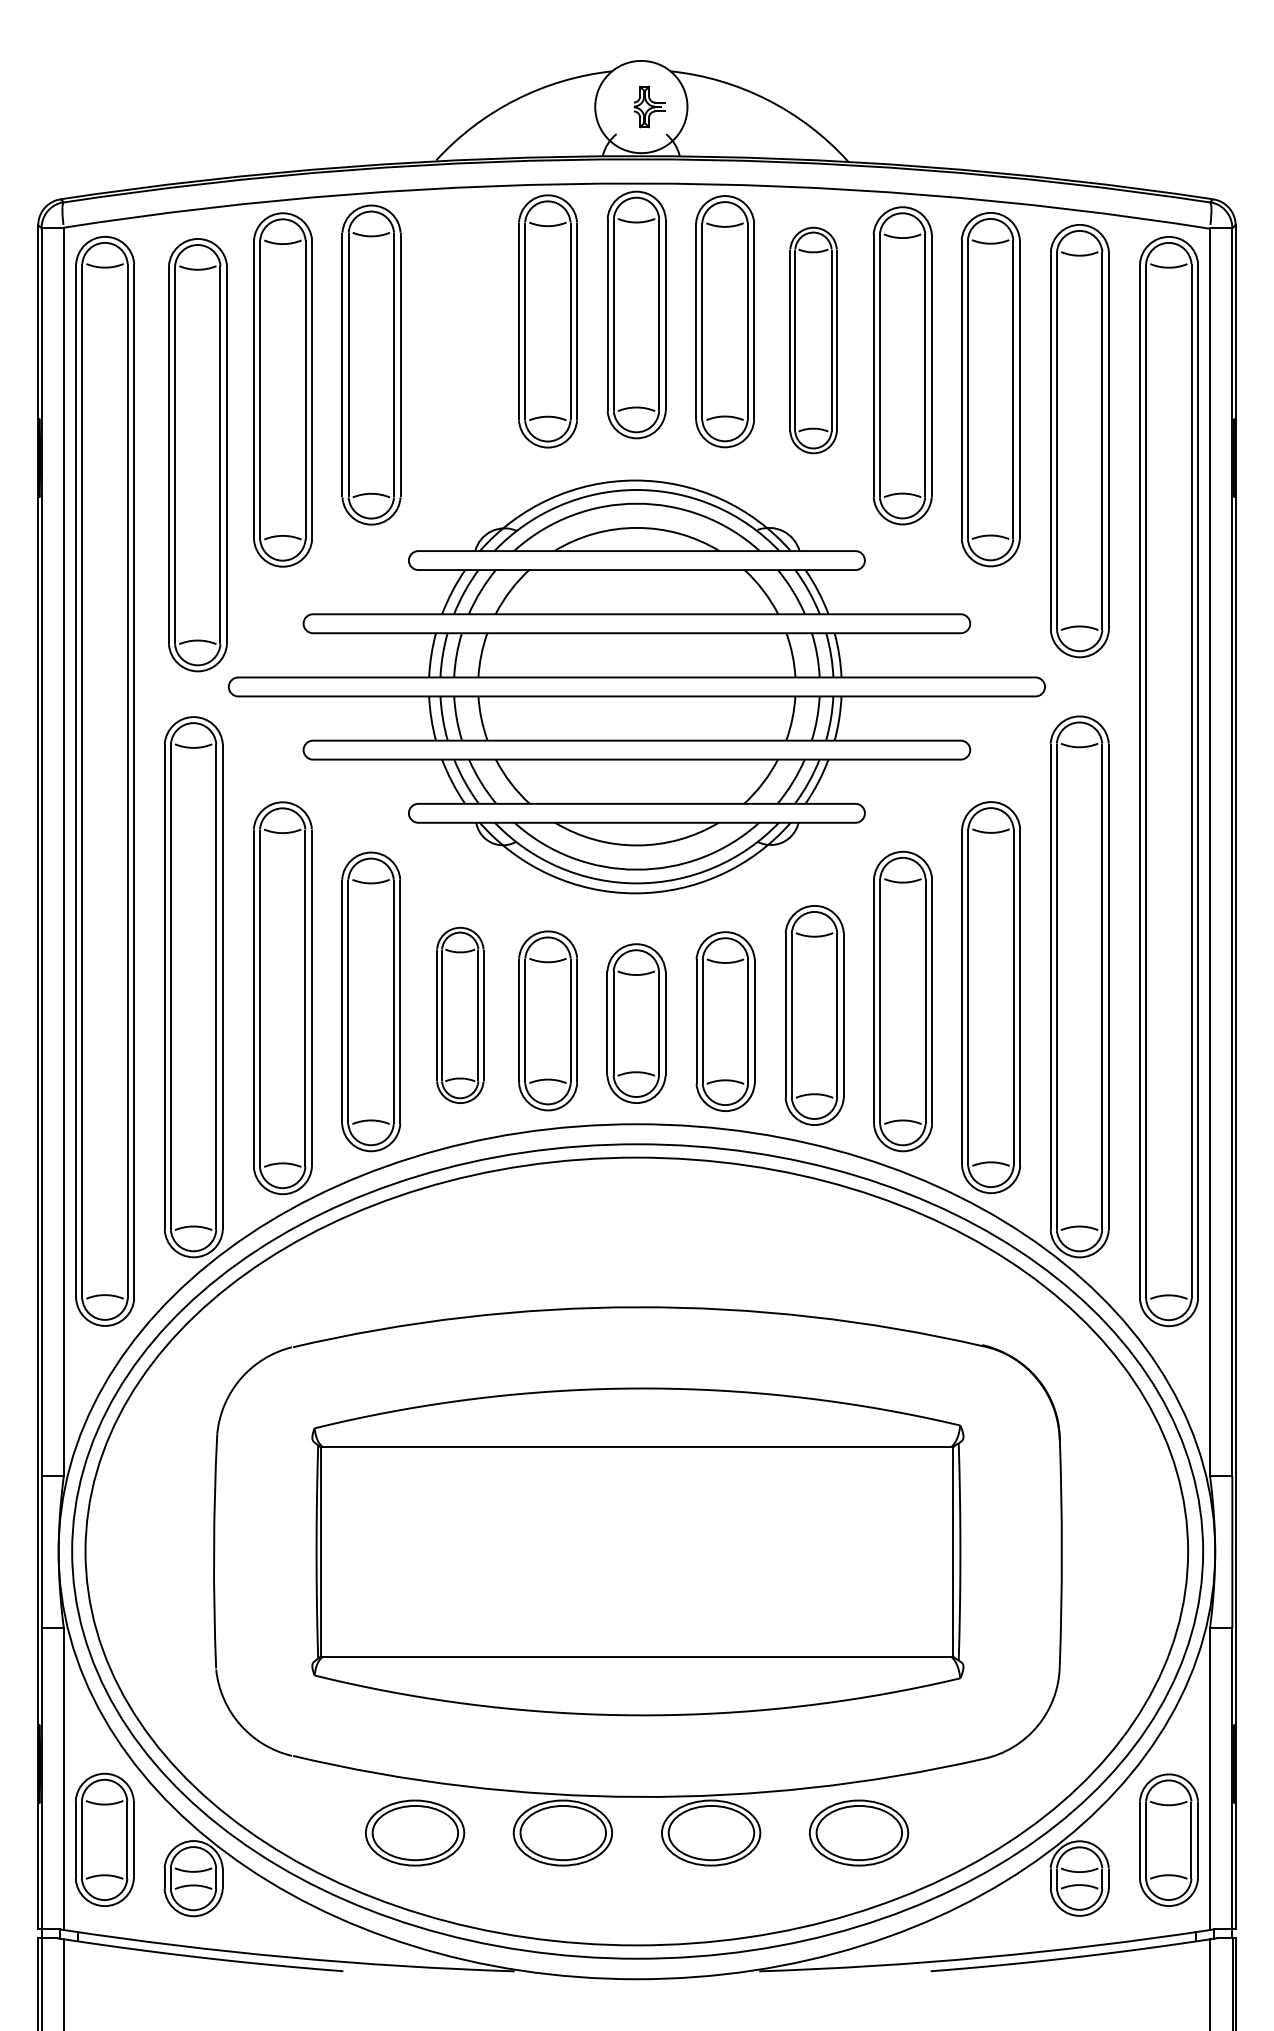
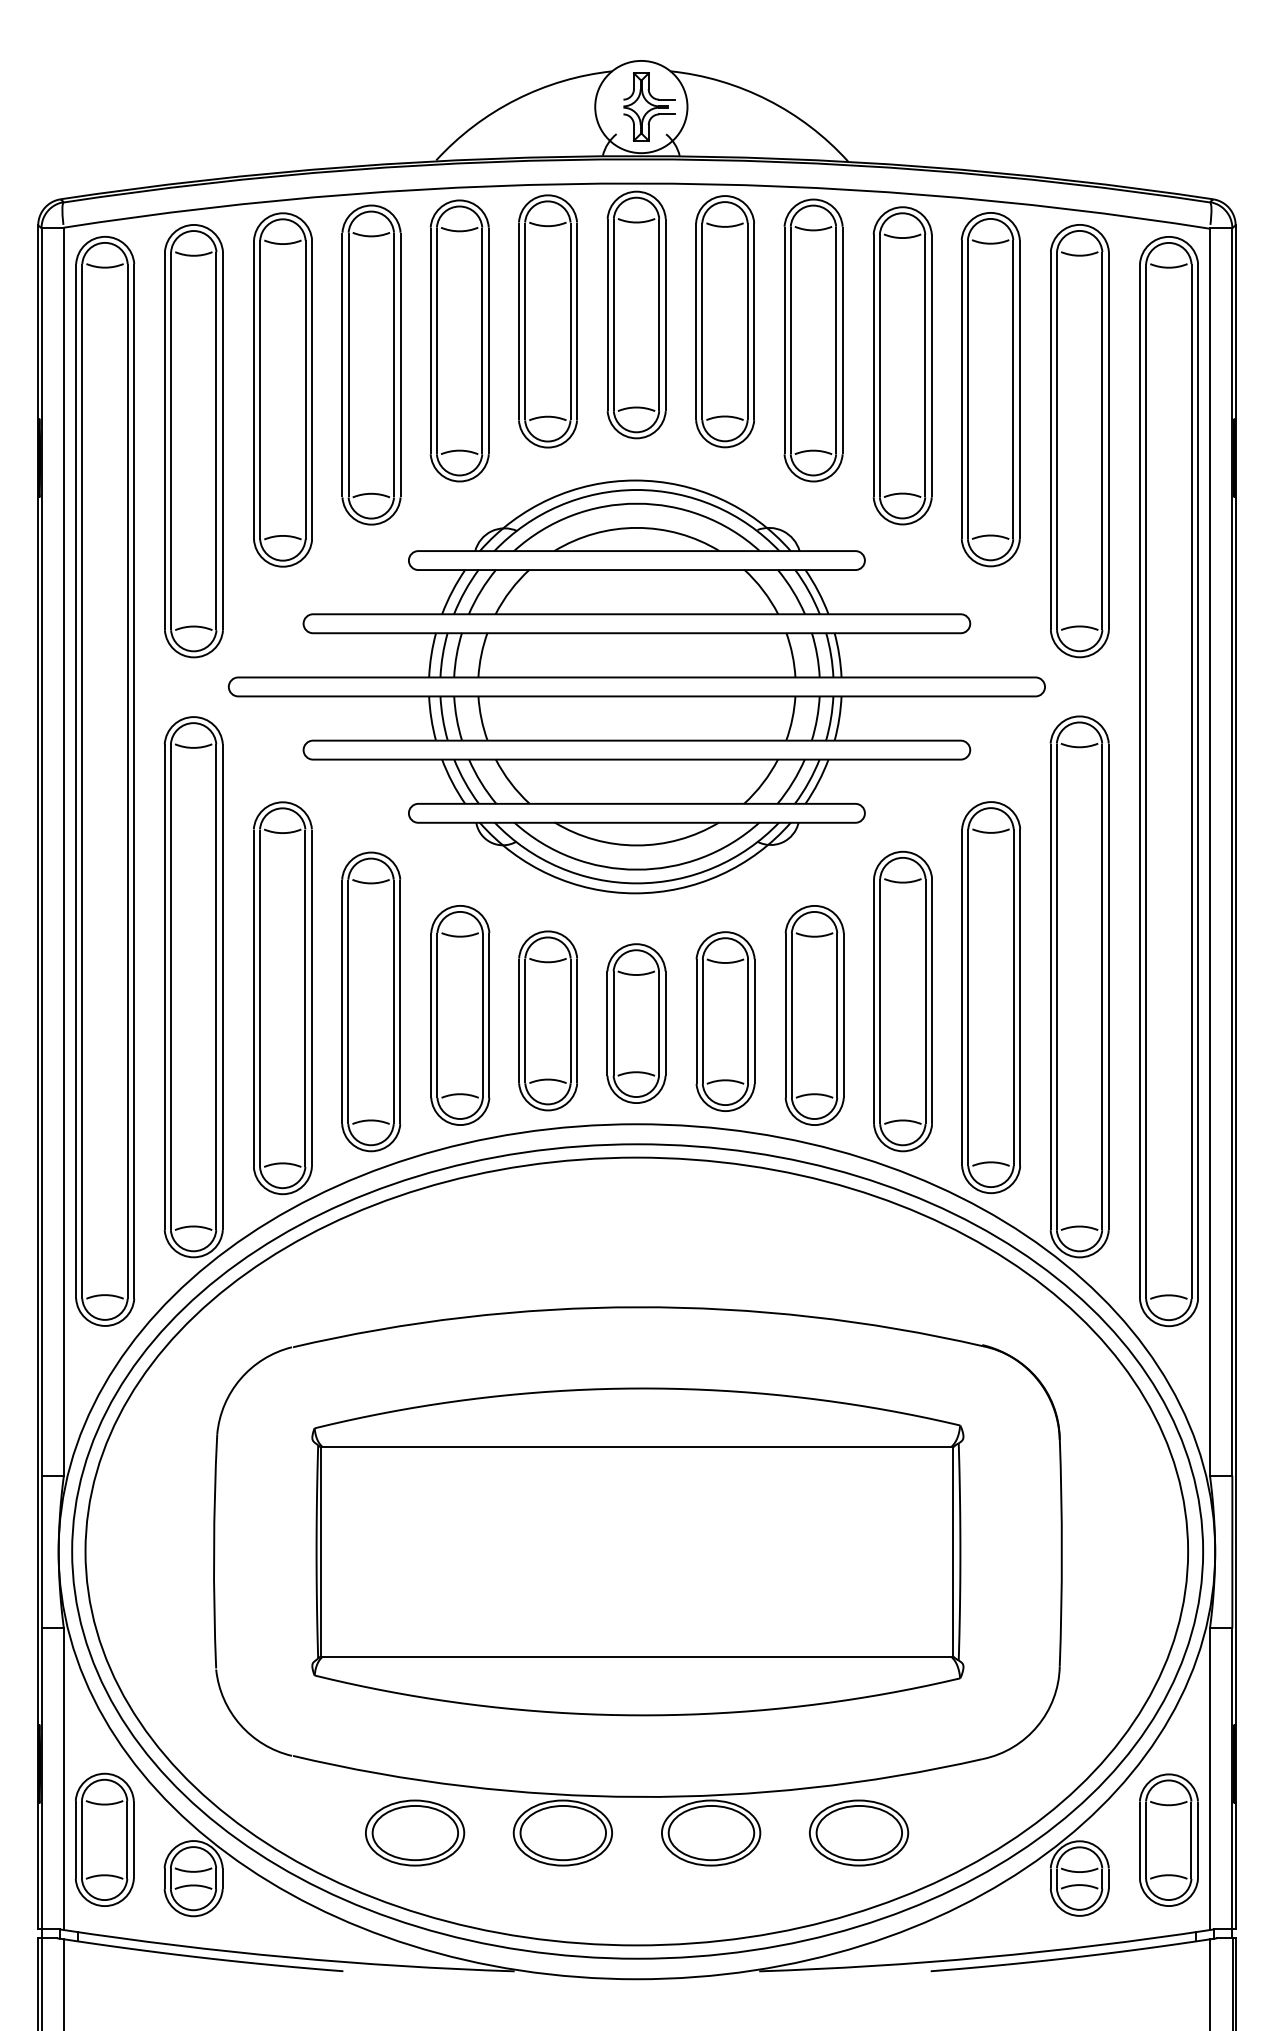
part at (649, 106) size: 33x44 px -> 53x70 px
part at (459, 340): none -> present
part at (813, 340) size: 49x229 px -> 61x285 px
part at (197, 455) position: (197, 455) -> (193, 441)
part at (460, 1014) size: 49x178 px -> 61x221 px
